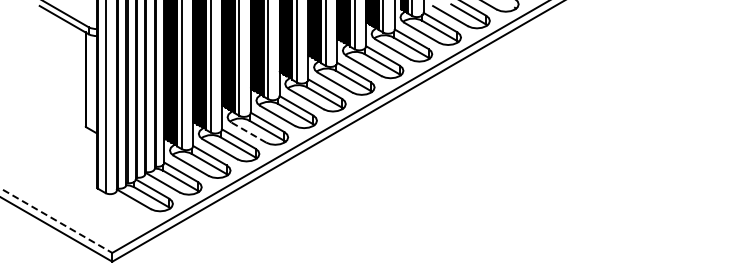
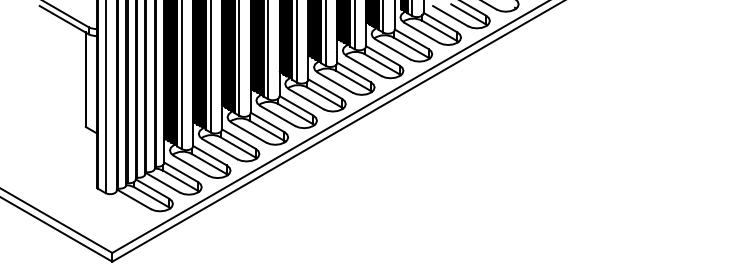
line at (248, 132): dashed -> solid
line at (56, 220): dashed -> solid
